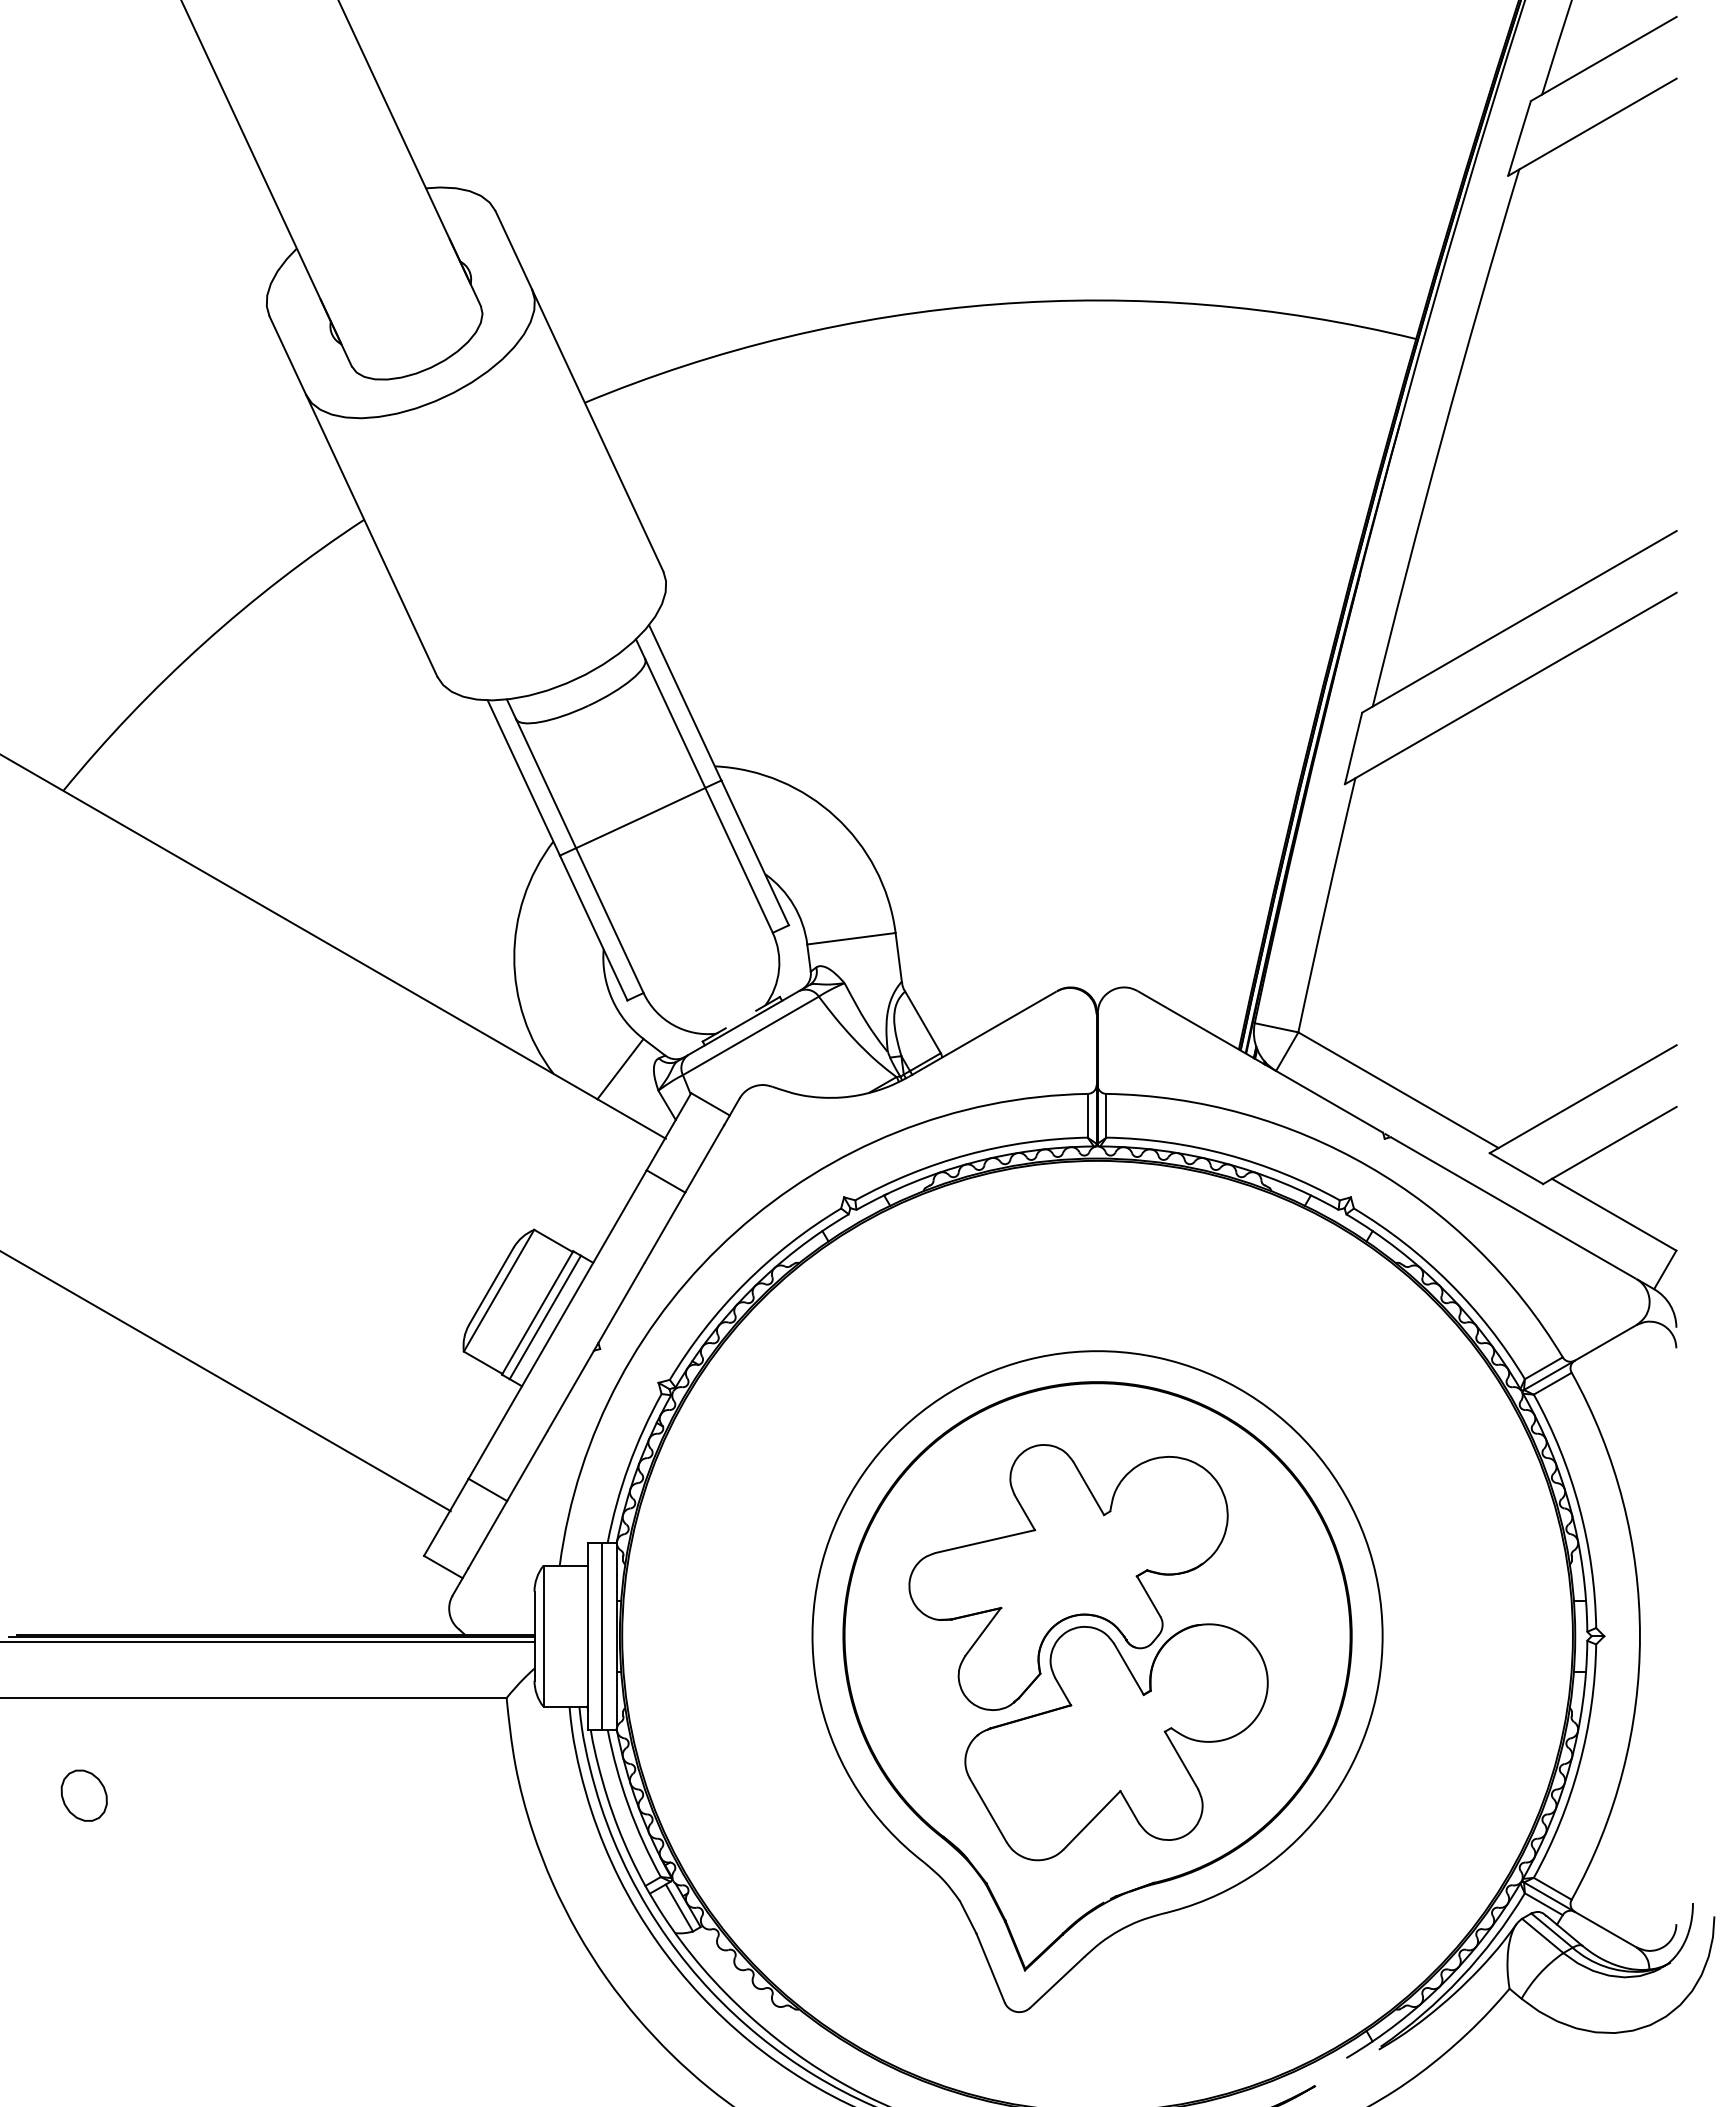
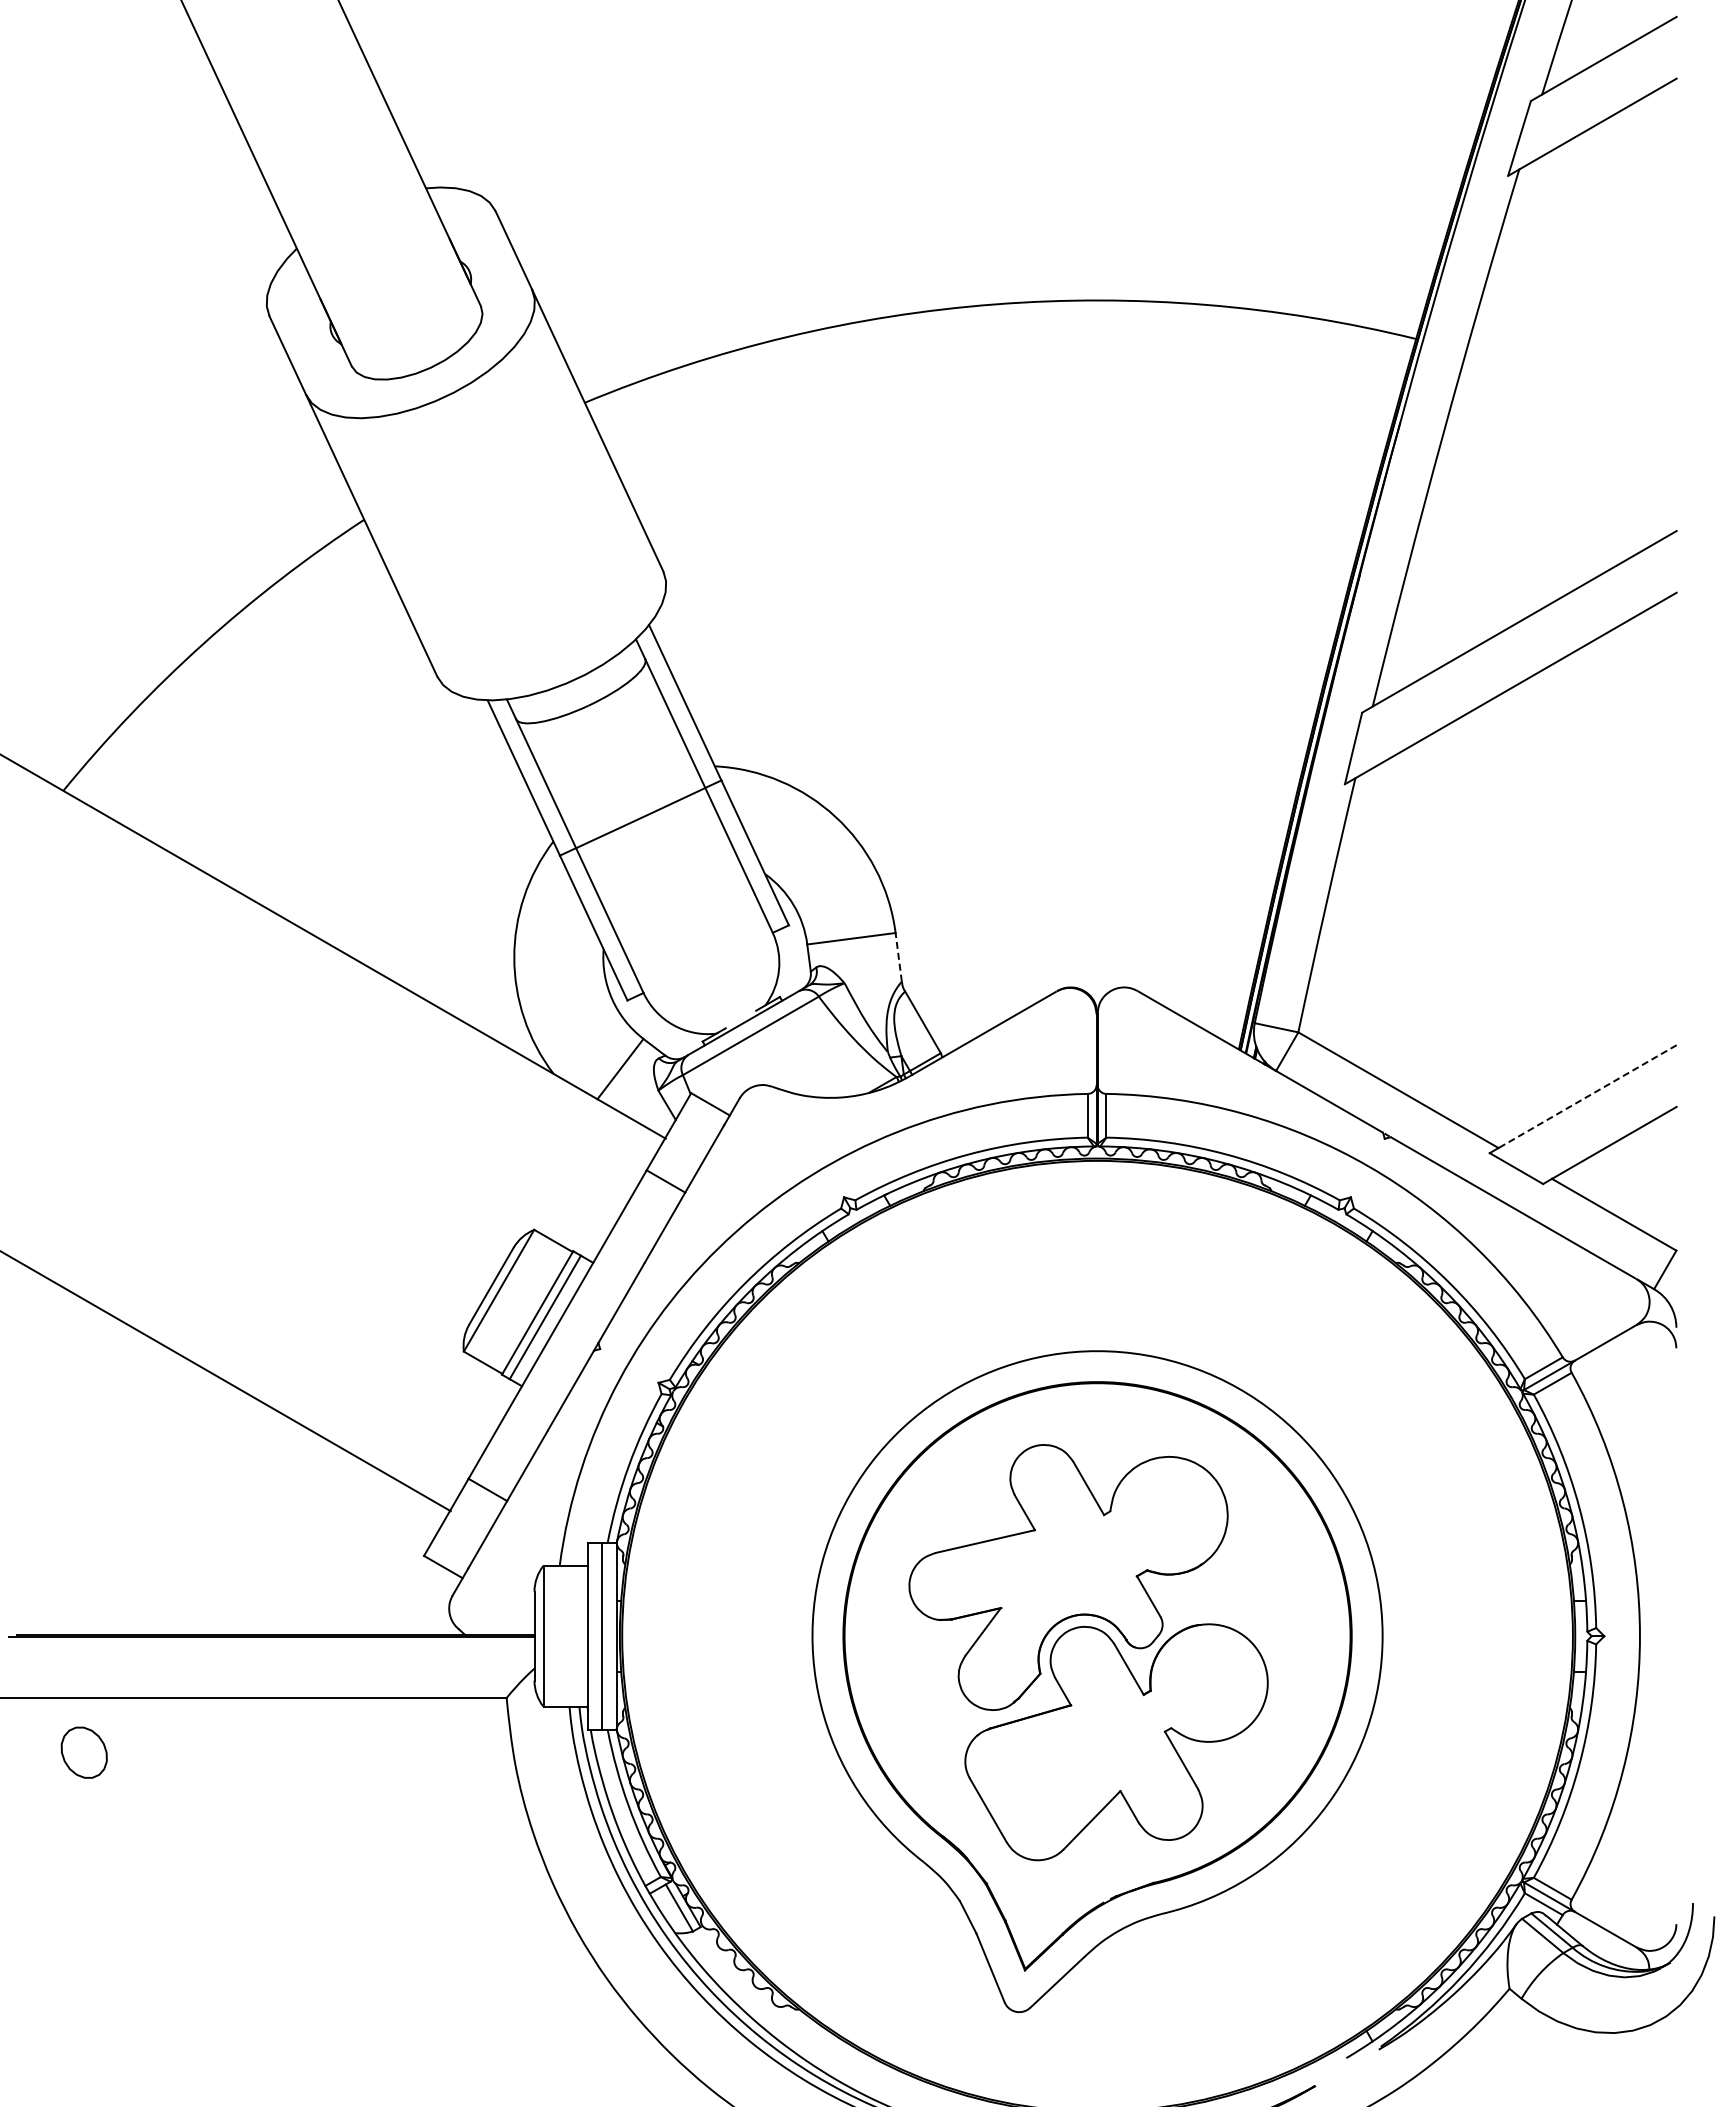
line at (898, 957): solid -> dashed
line at (1587, 1096): solid -> dashed
line at (268, 1642): present -> none
part at (83, 1795) position: (83, 1795) -> (83, 1752)
